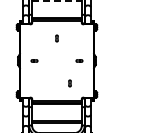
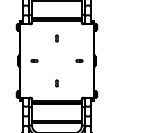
line at (57, 1): dashed -> solid
part at (69, 83) position: (69, 83) -> (56, 83)
